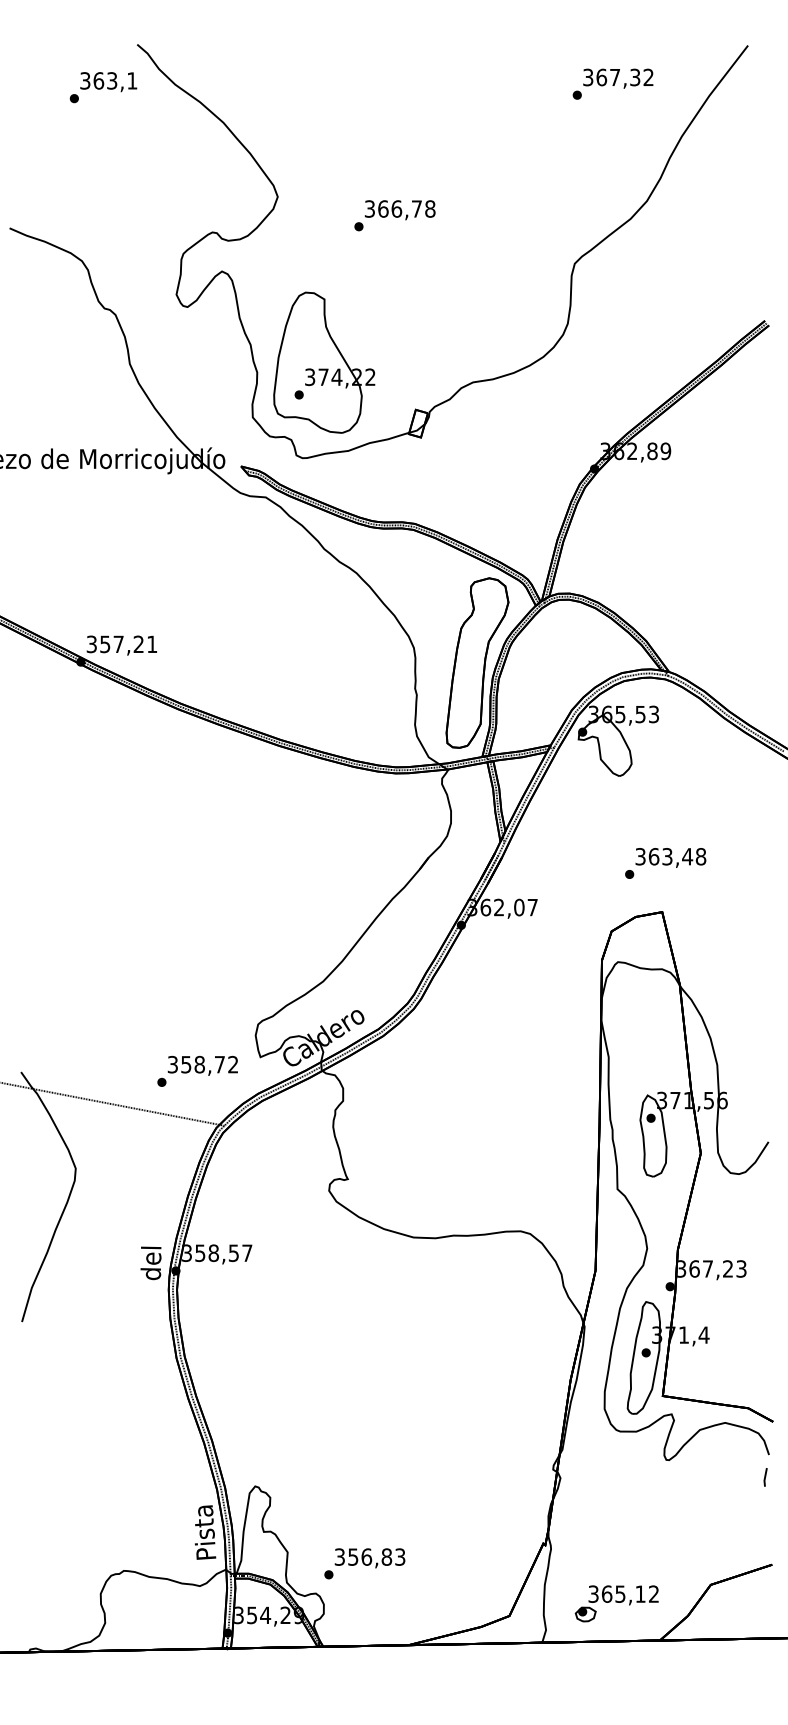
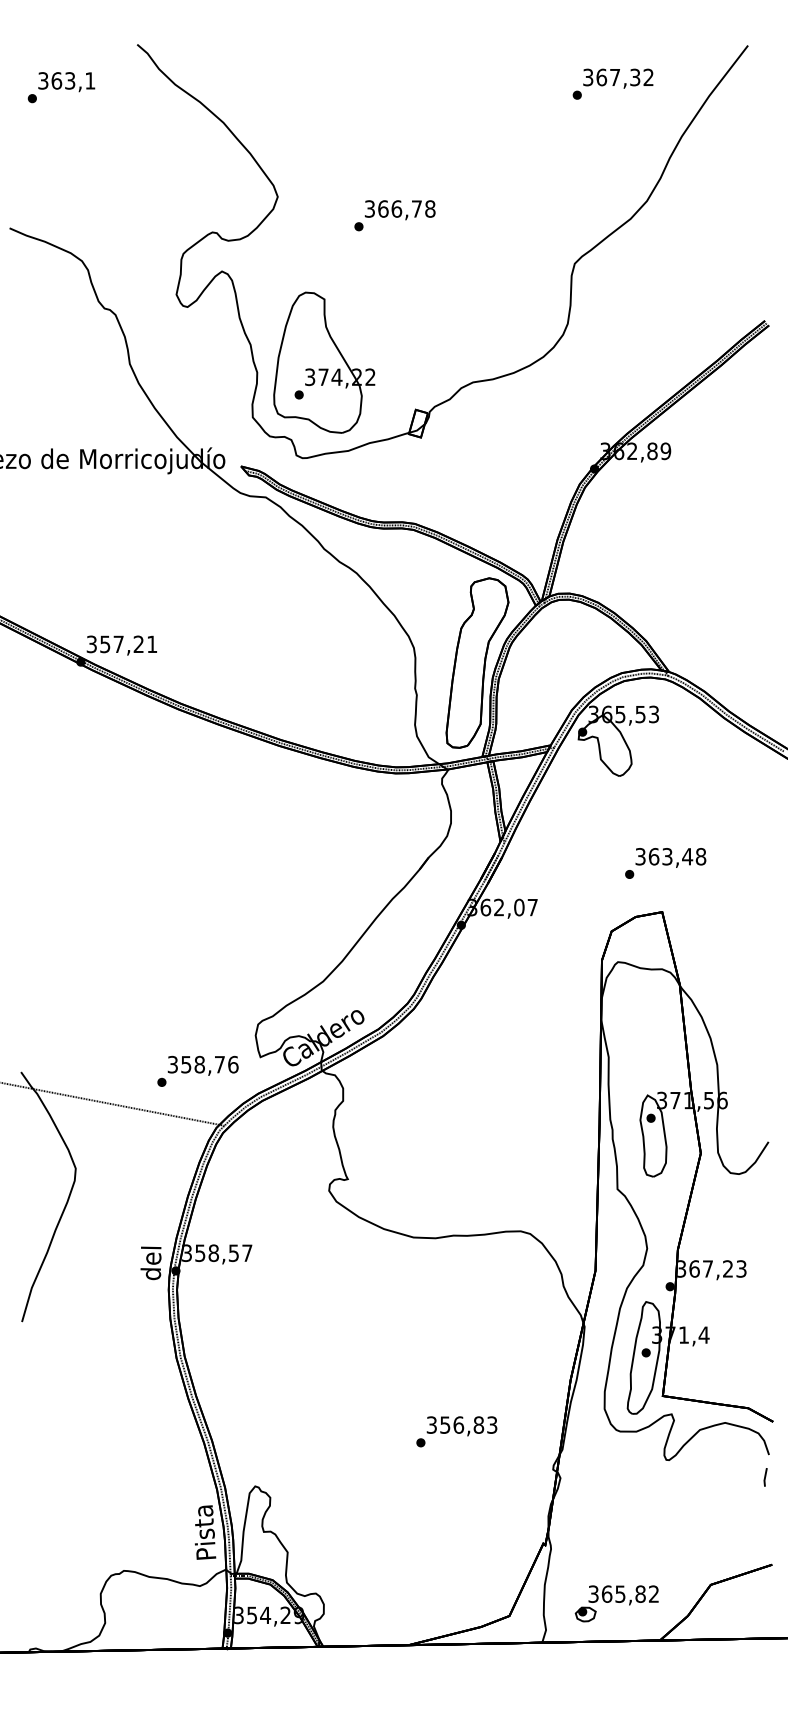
text at (103, 87) position: (103, 87) -> (61, 87)
text at (233, 1064): 358,72 -> 358,76
text at (364, 1563) position: (364, 1563) -> (456, 1431)
text at (640, 1593): 365,12 -> 365,82
